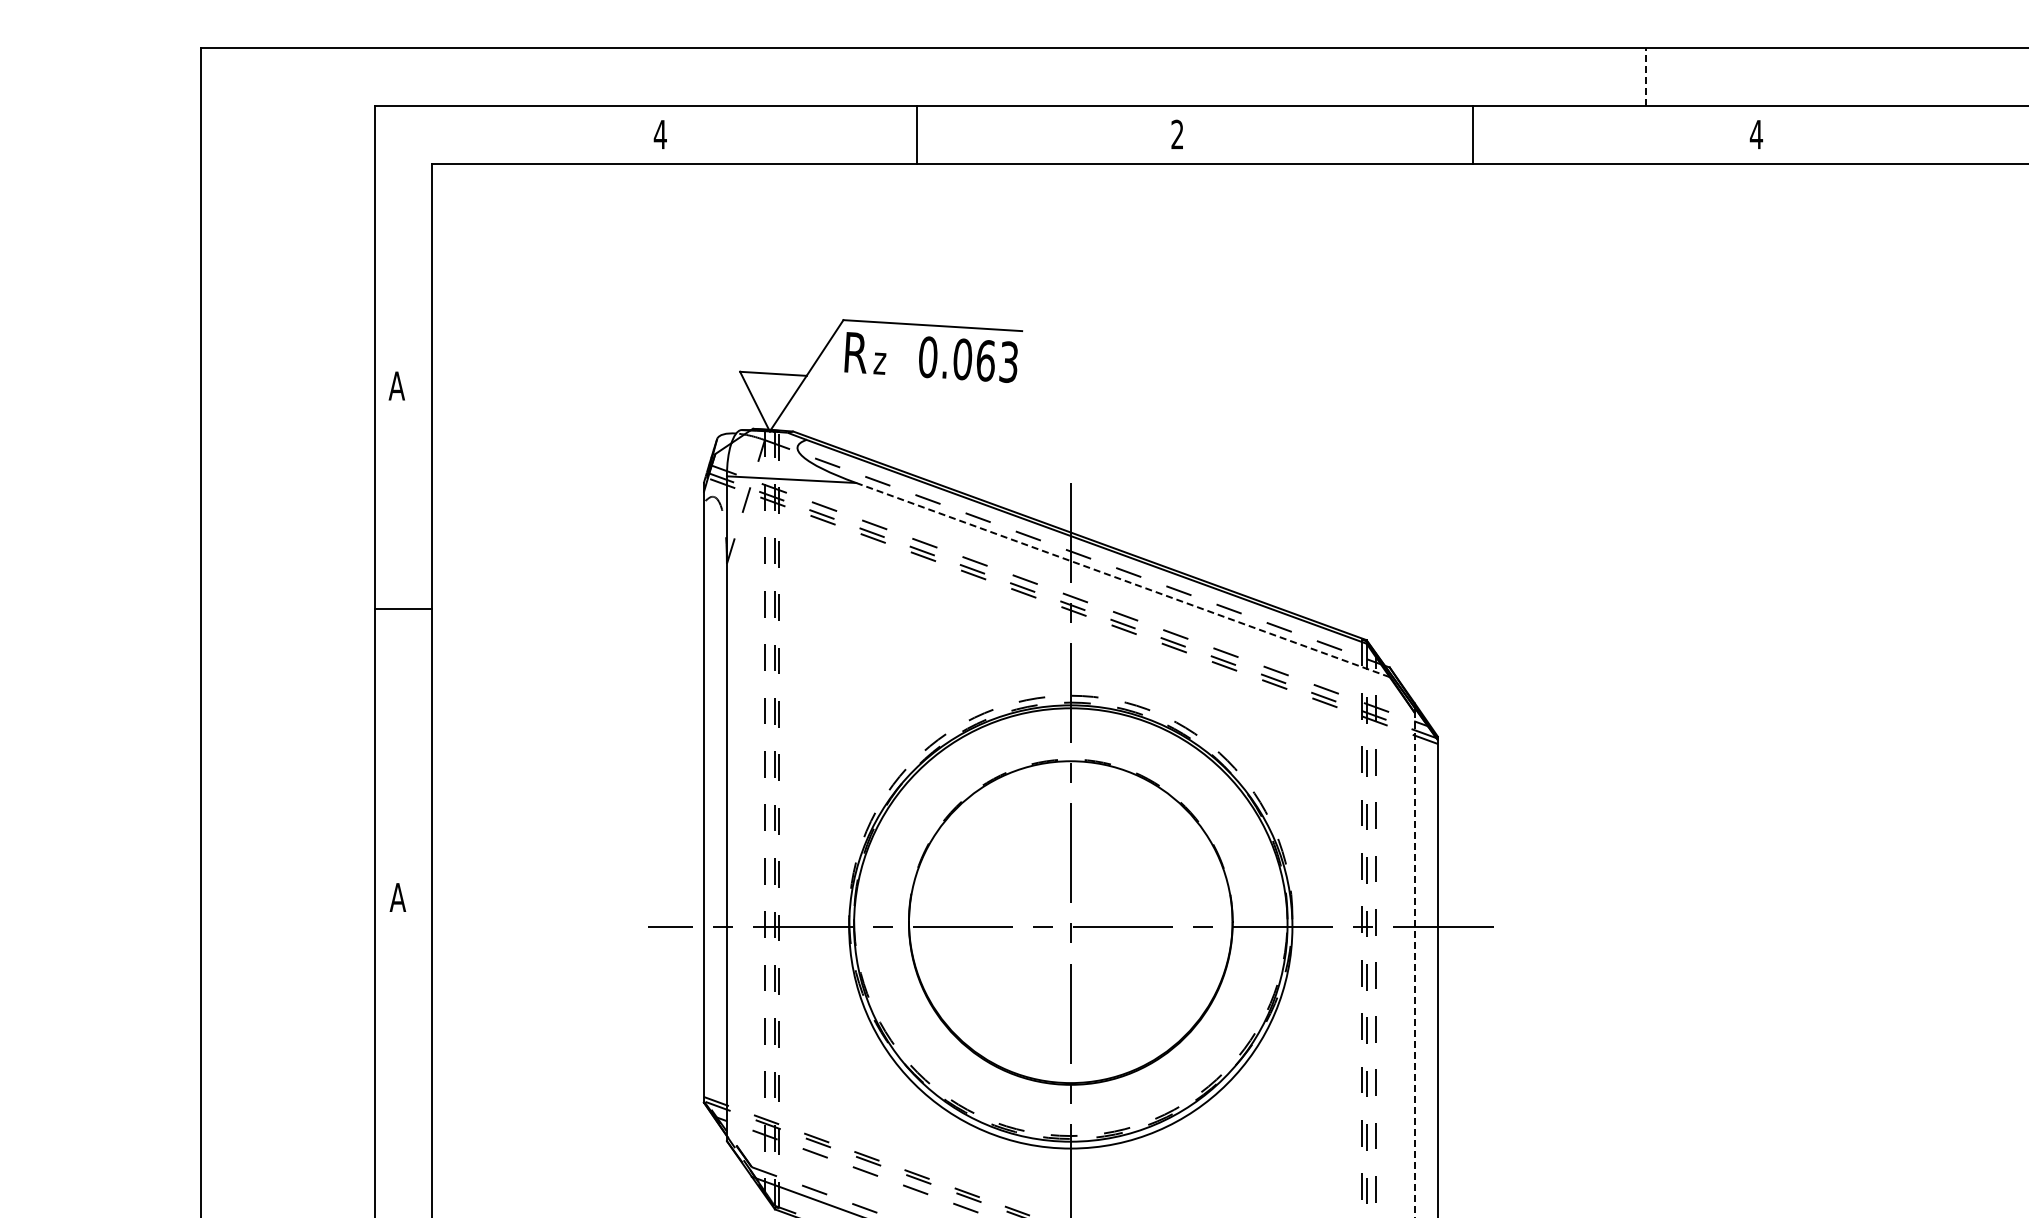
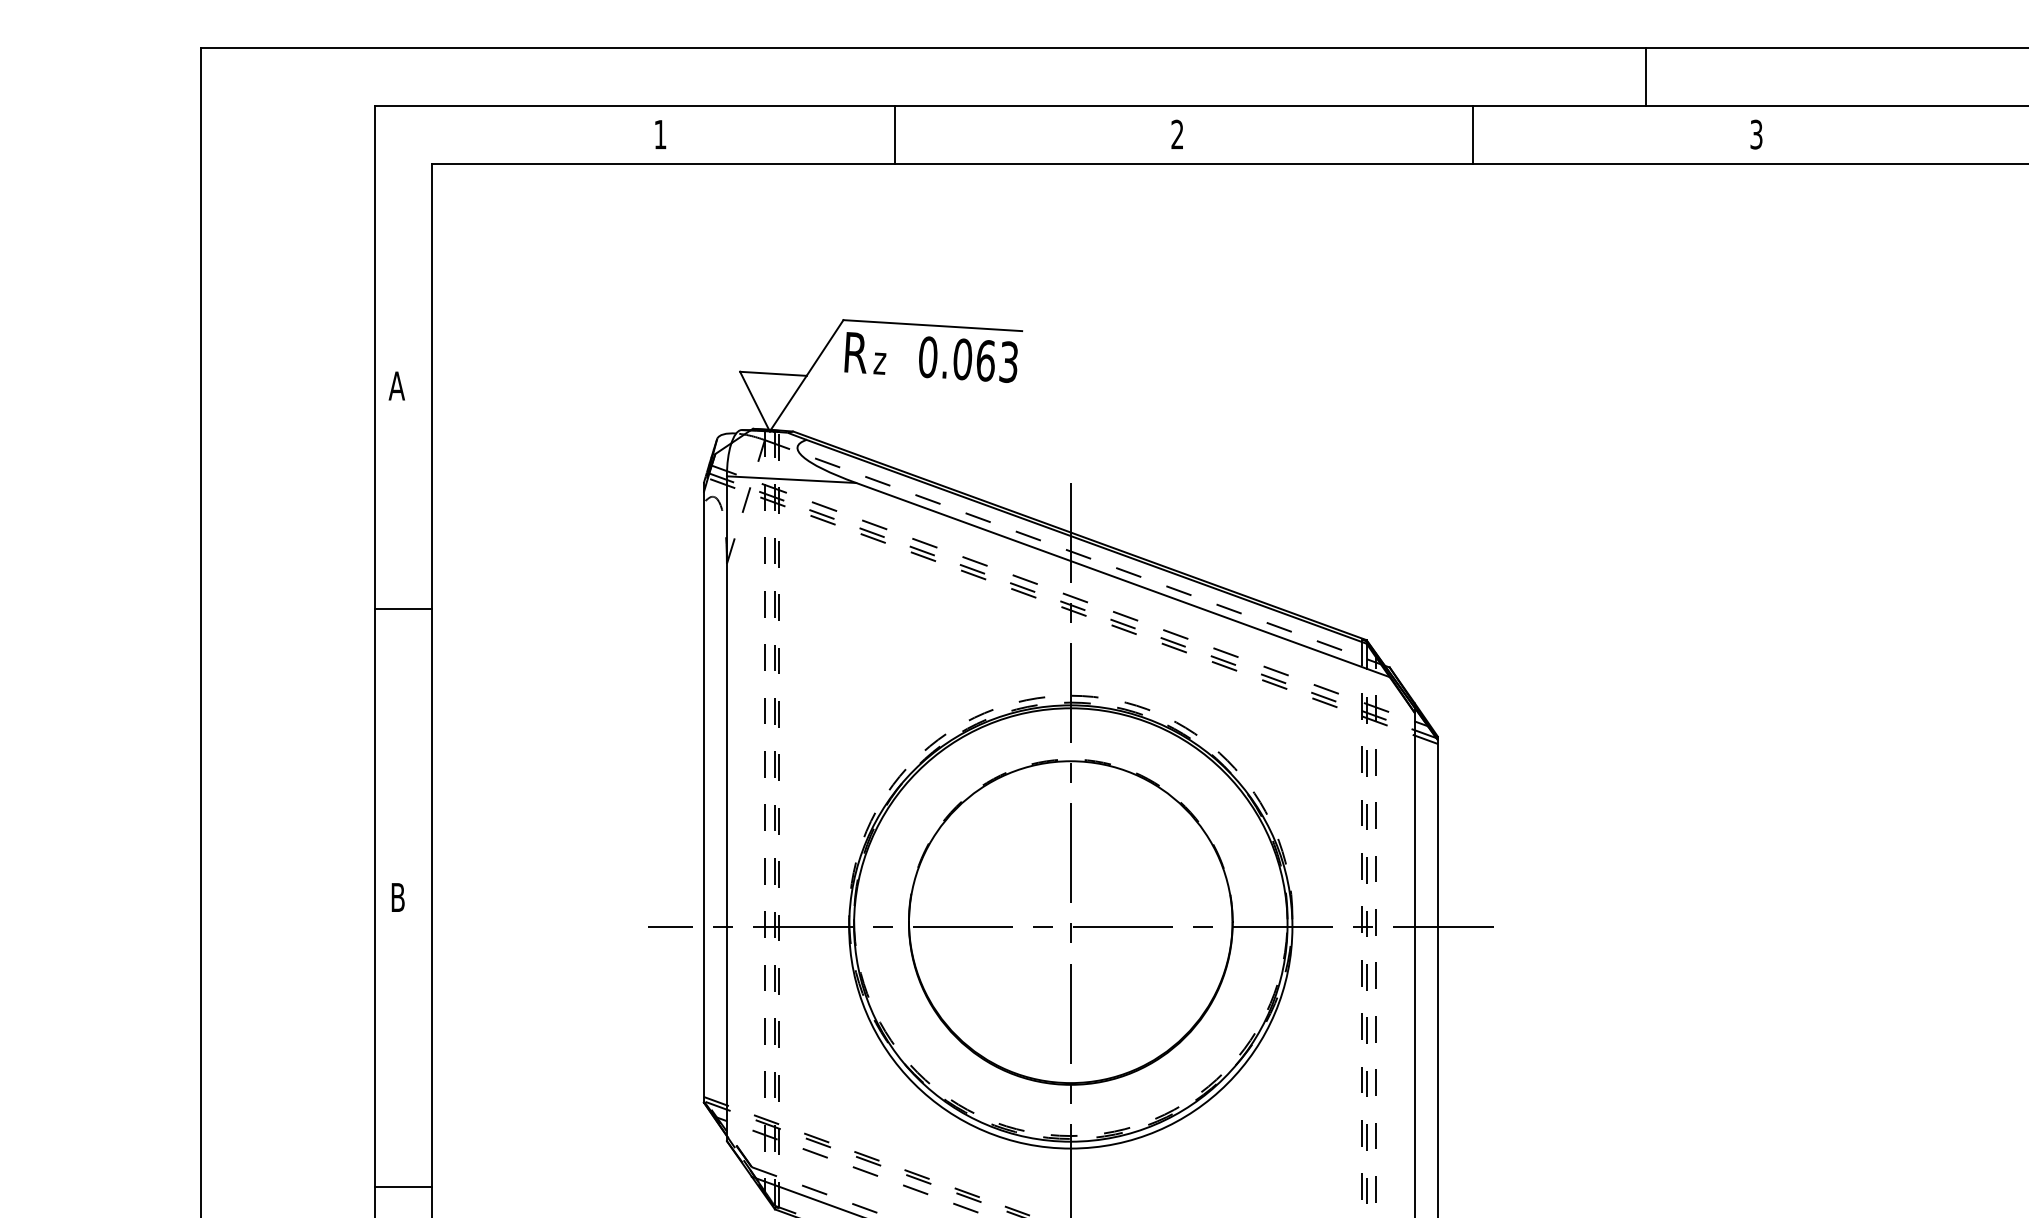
line at (1646, 76): dashed -> solid
text at (659, 134): 4 -> 1
line at (916, 134) position: (916, 134) -> (894, 134)
text at (1756, 134): 4 -> 3
line at (1122, 580): dashed -> solid
text at (397, 897): A -> B
line at (1414, 964): dashed -> solid
line at (403, 1186): none -> present
